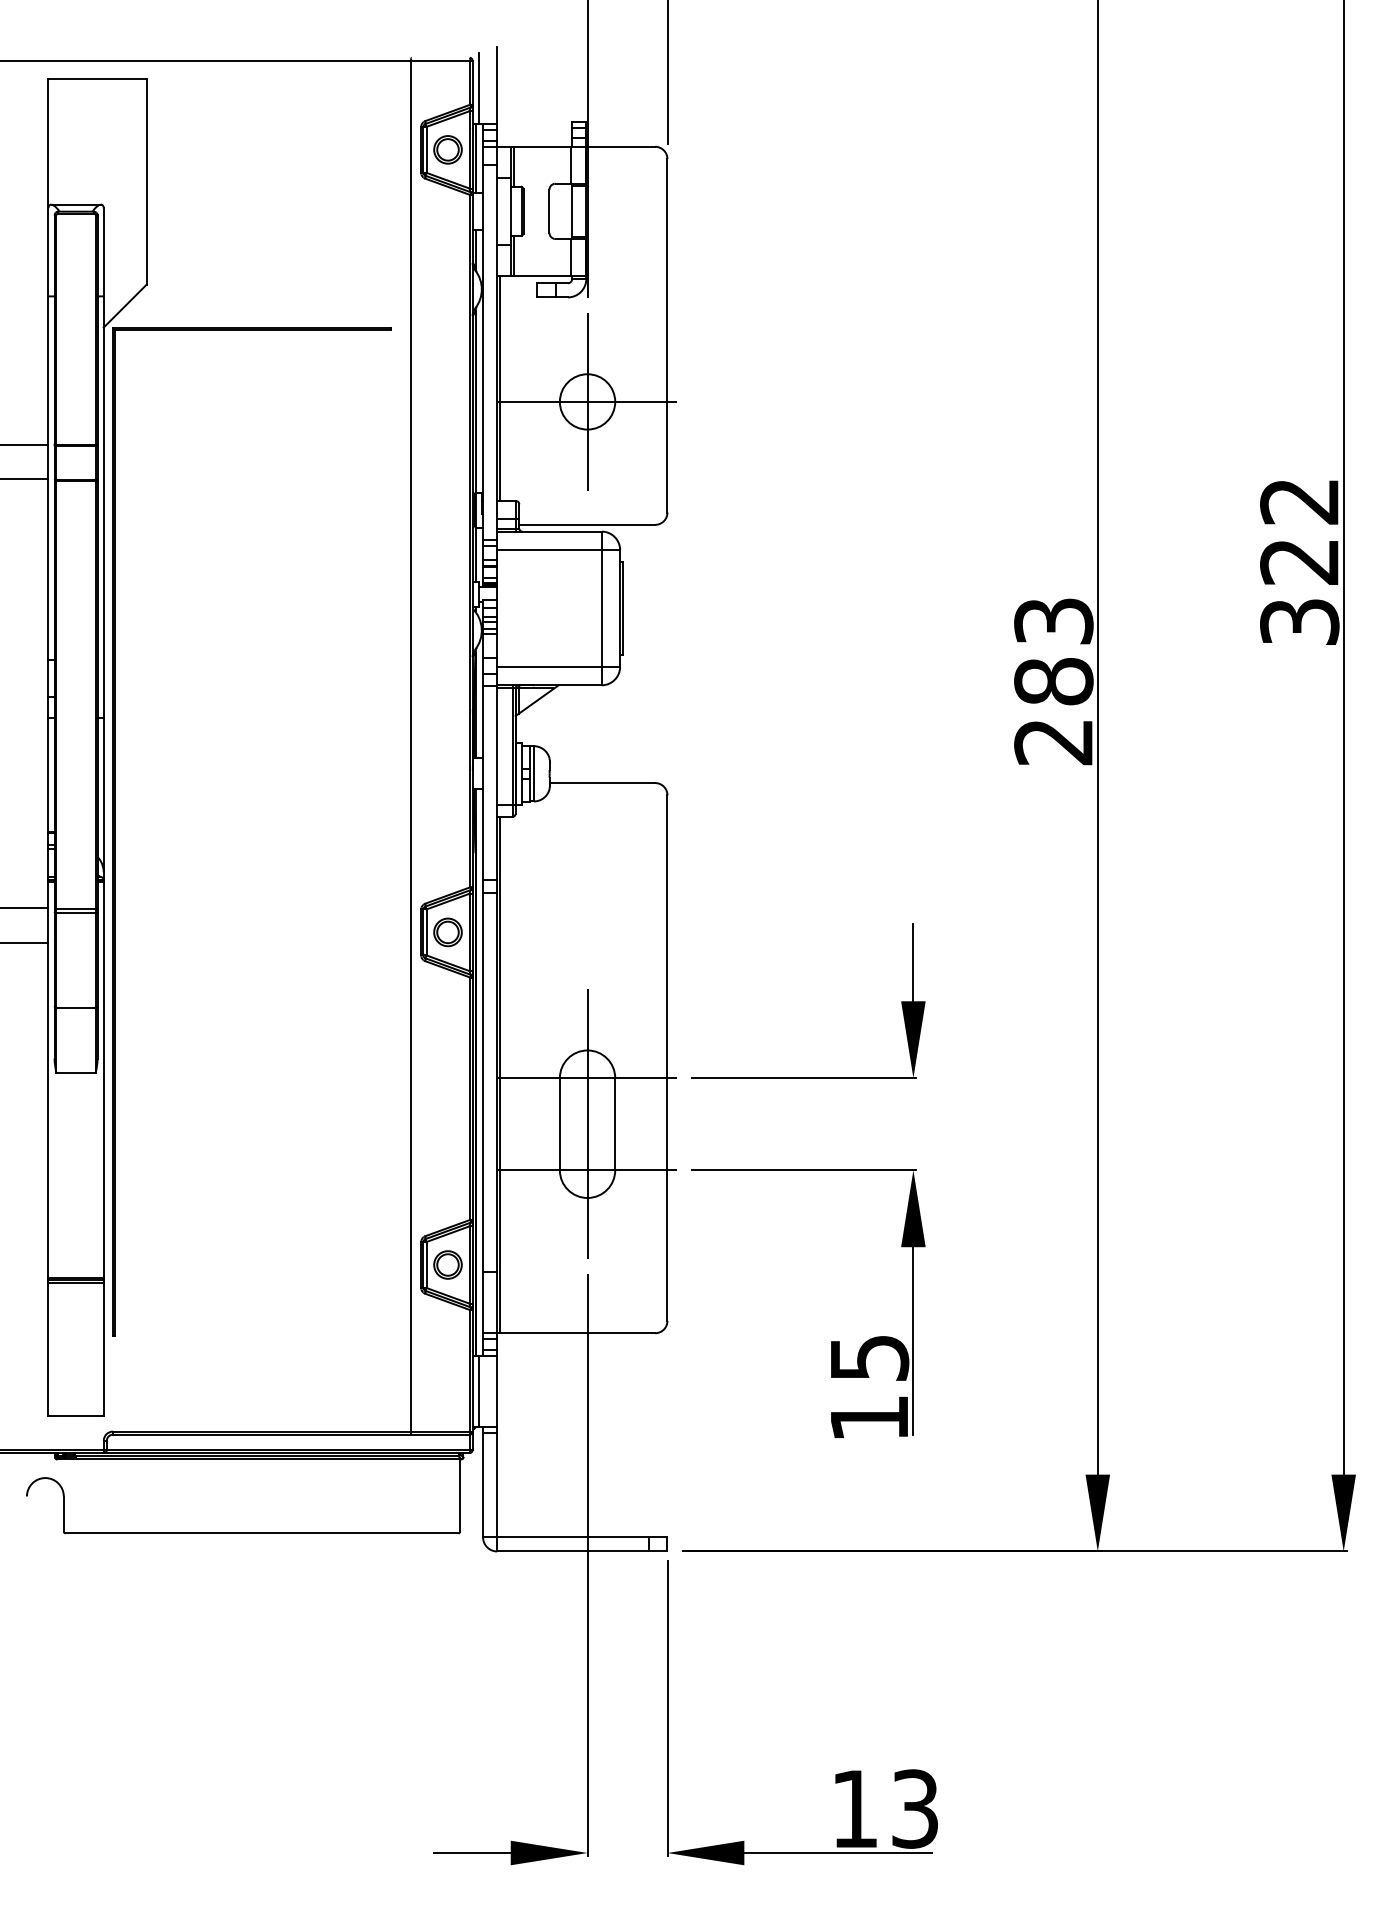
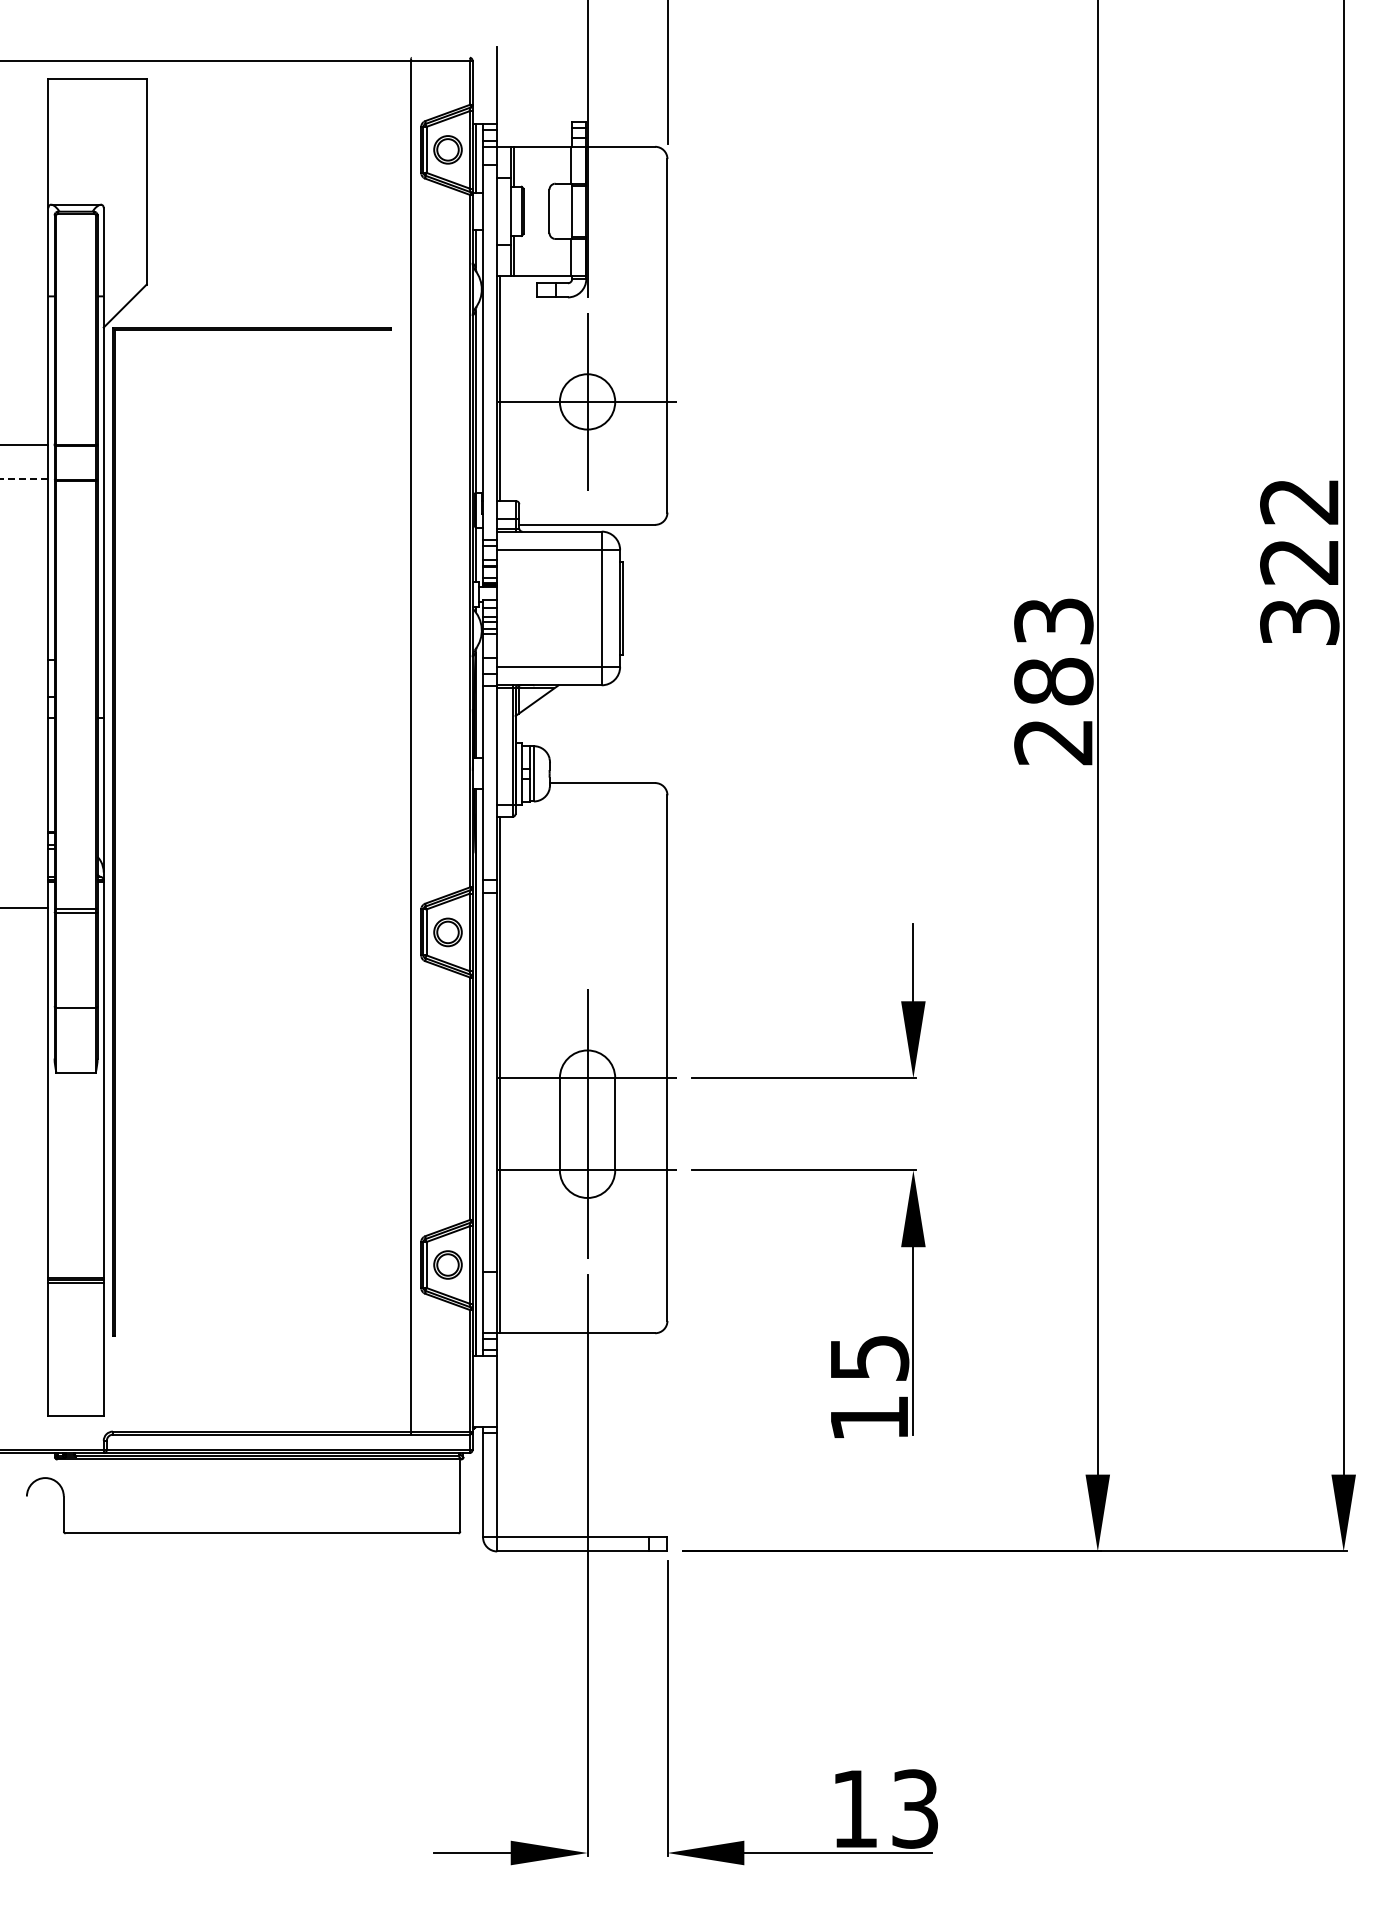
line at (478, 88): present -> none
line at (24, 479): solid -> dashed
line at (25, 942): present -> none
line at (478, 1391): present -> none
